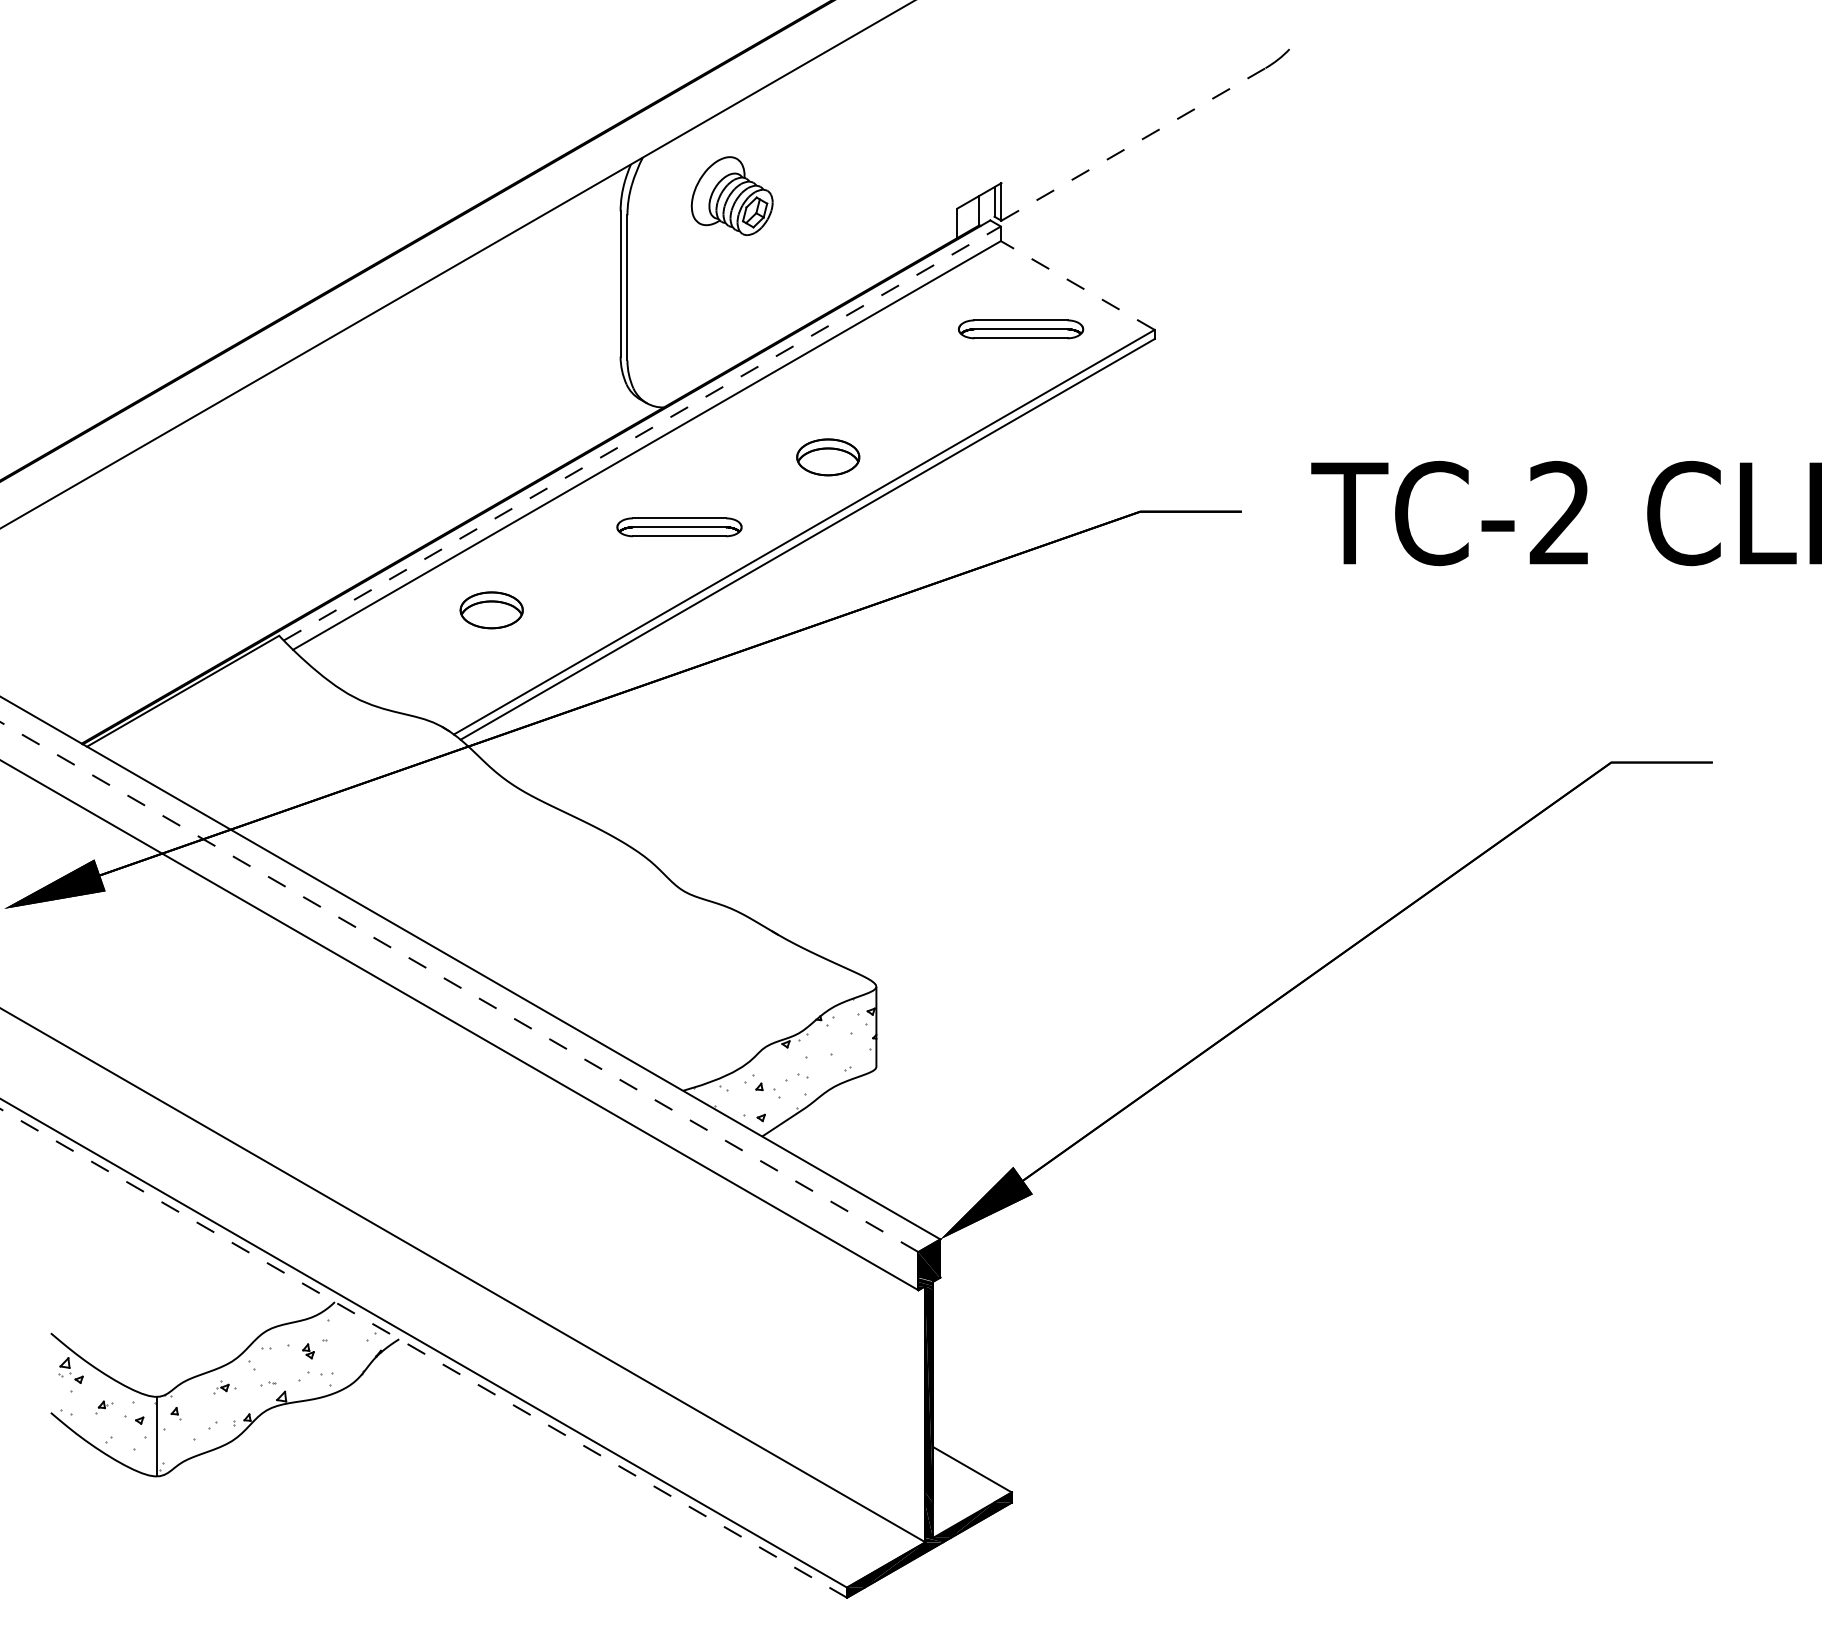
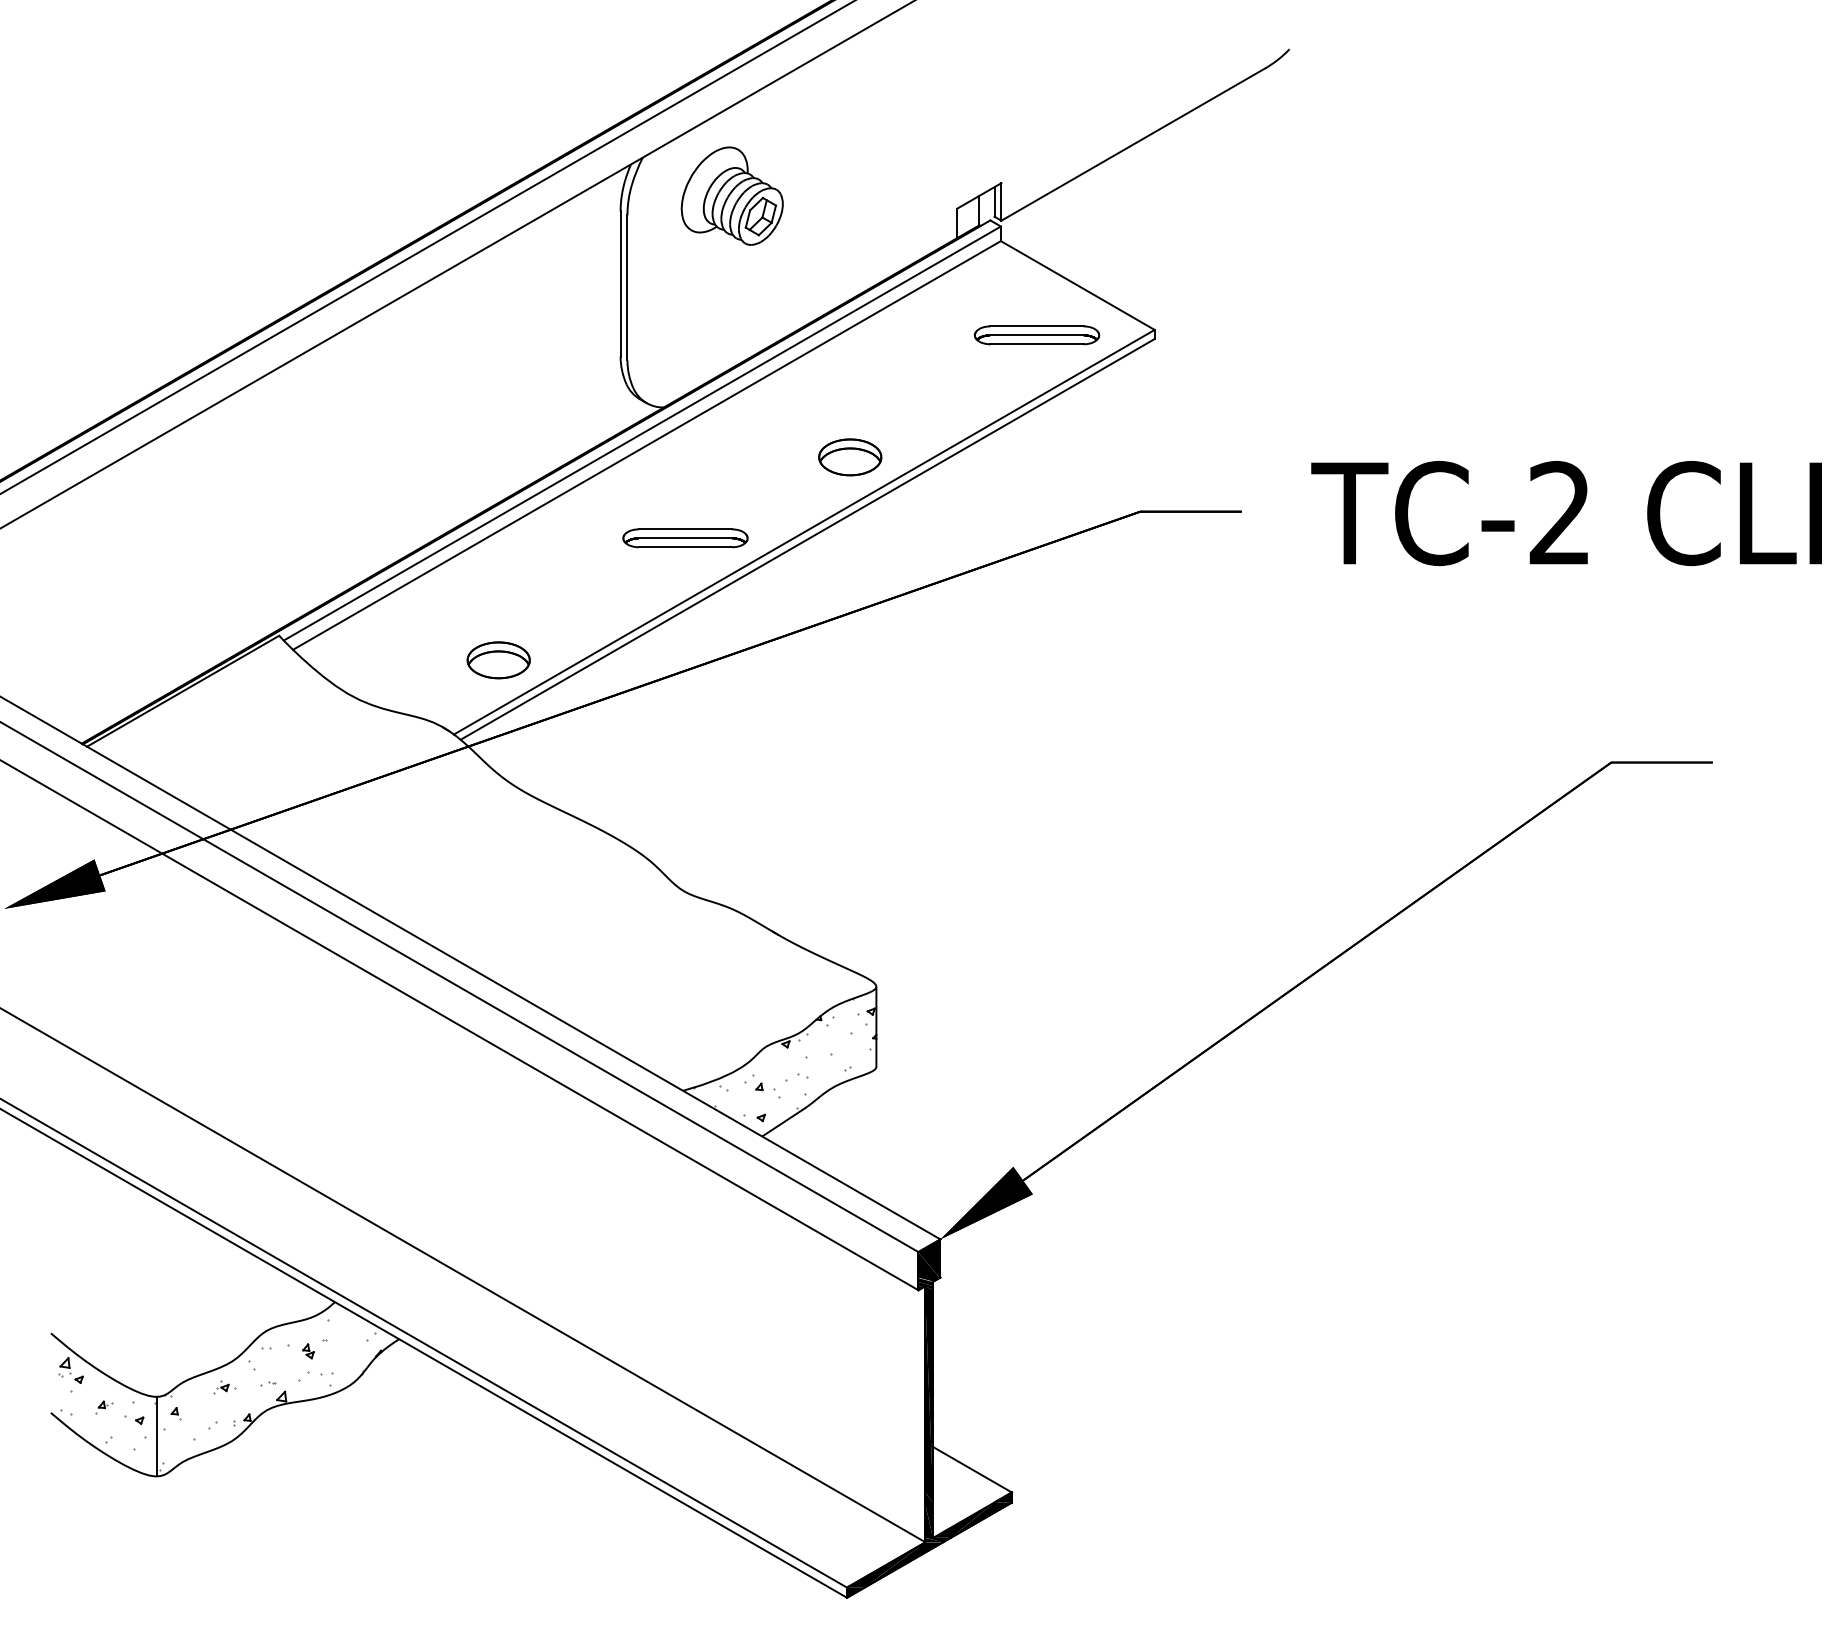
line at (1133, 144): dashed -> solid
part at (731, 196) size: 84x81 px -> 104x100 px
line at (426, 247): none -> present
line at (1077, 285): dashed -> solid
part at (1020, 329) position: (1020, 329) -> (1036, 335)
line at (642, 433): dashed -> solid
part at (828, 457) position: (828, 457) -> (850, 457)
part at (679, 527) position: (679, 527) -> (685, 538)
part at (491, 610) position: (491, 610) -> (498, 660)
line at (459, 987): dashed -> solid
line at (423, 1353): dashed -> solid
